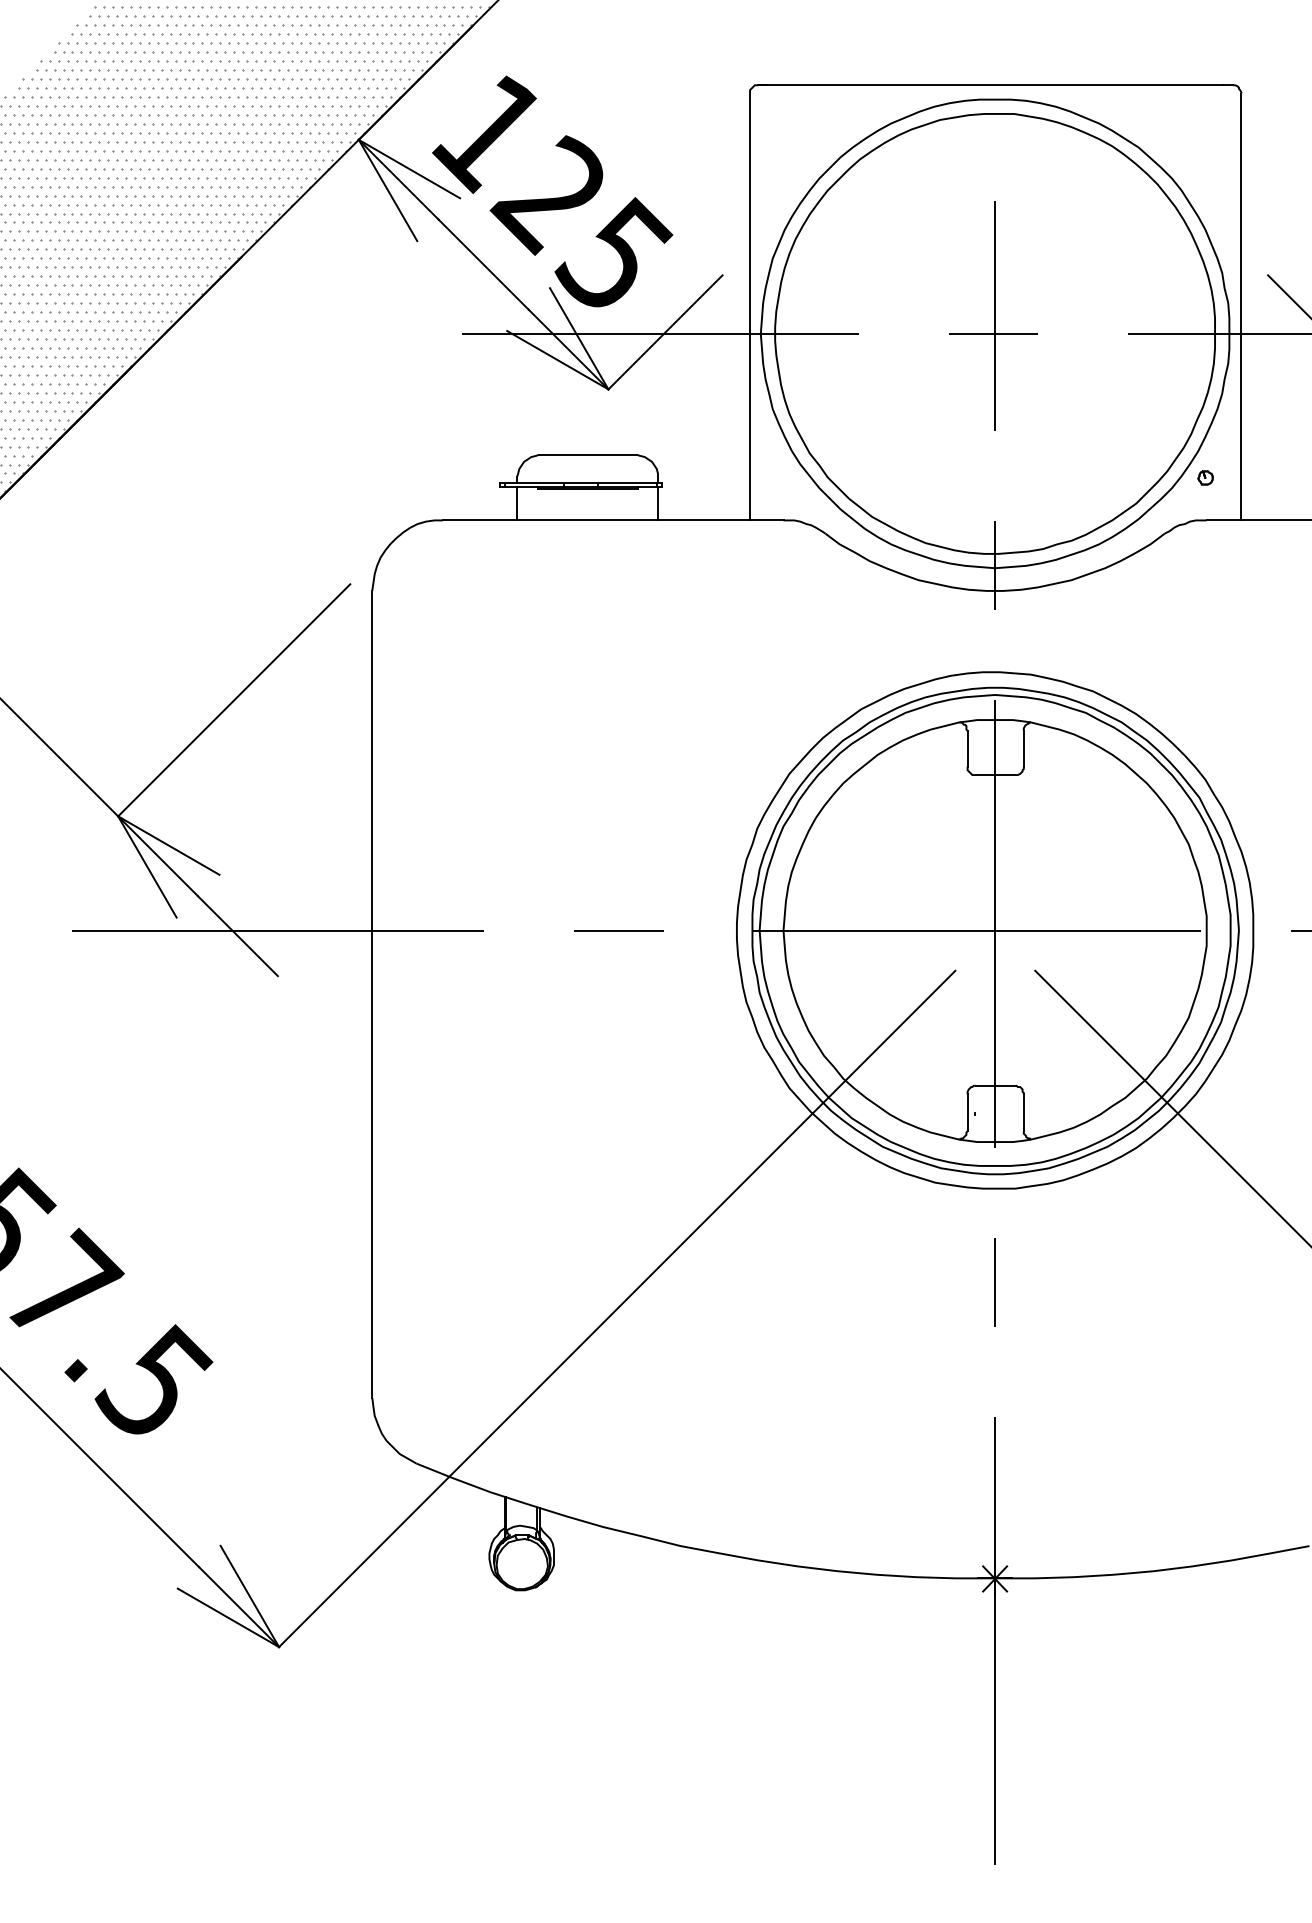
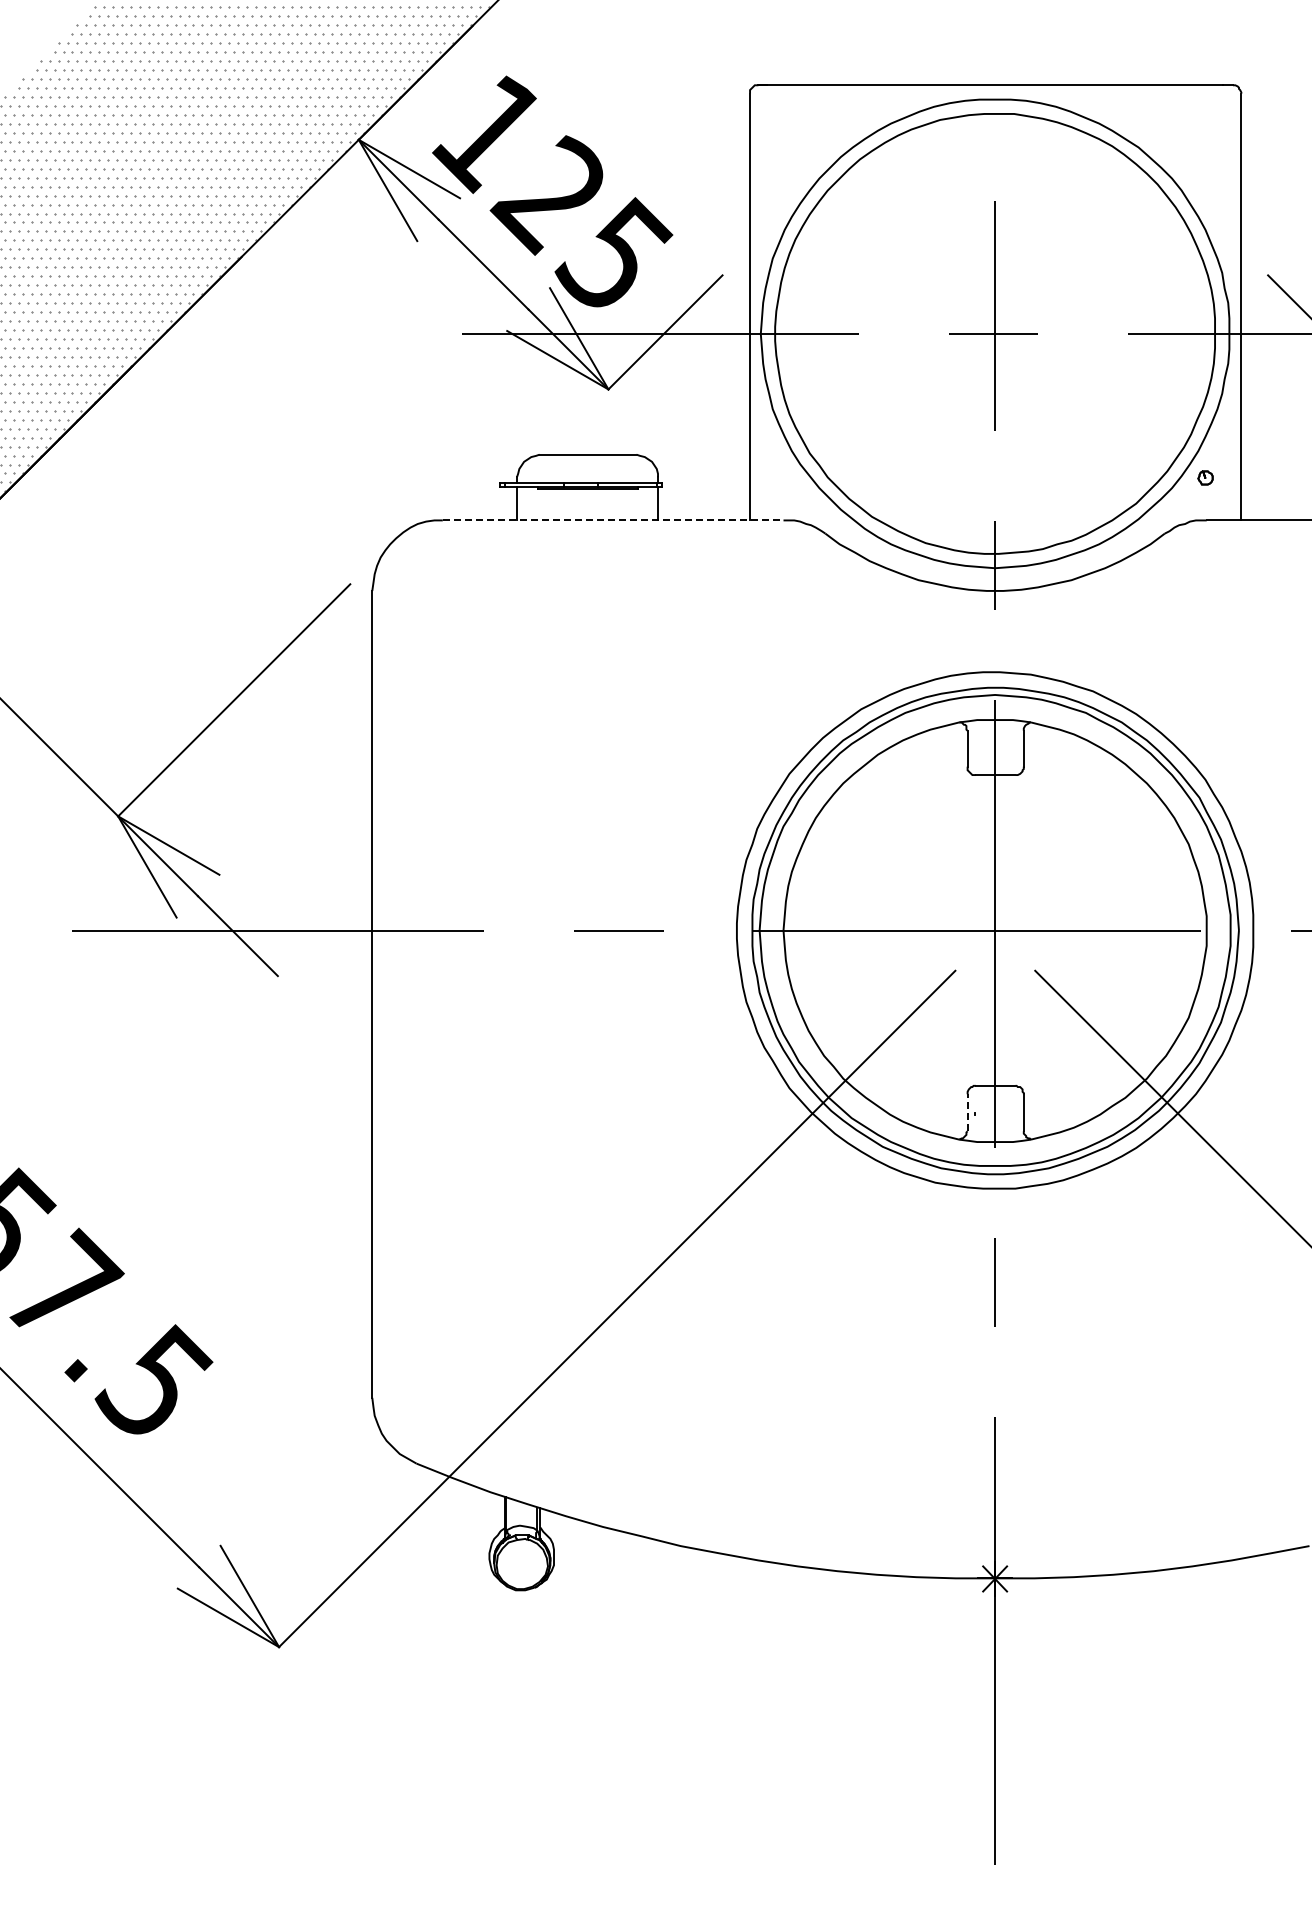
line at (613, 520): solid -> dashed
line at (967, 1112): solid -> dashed
